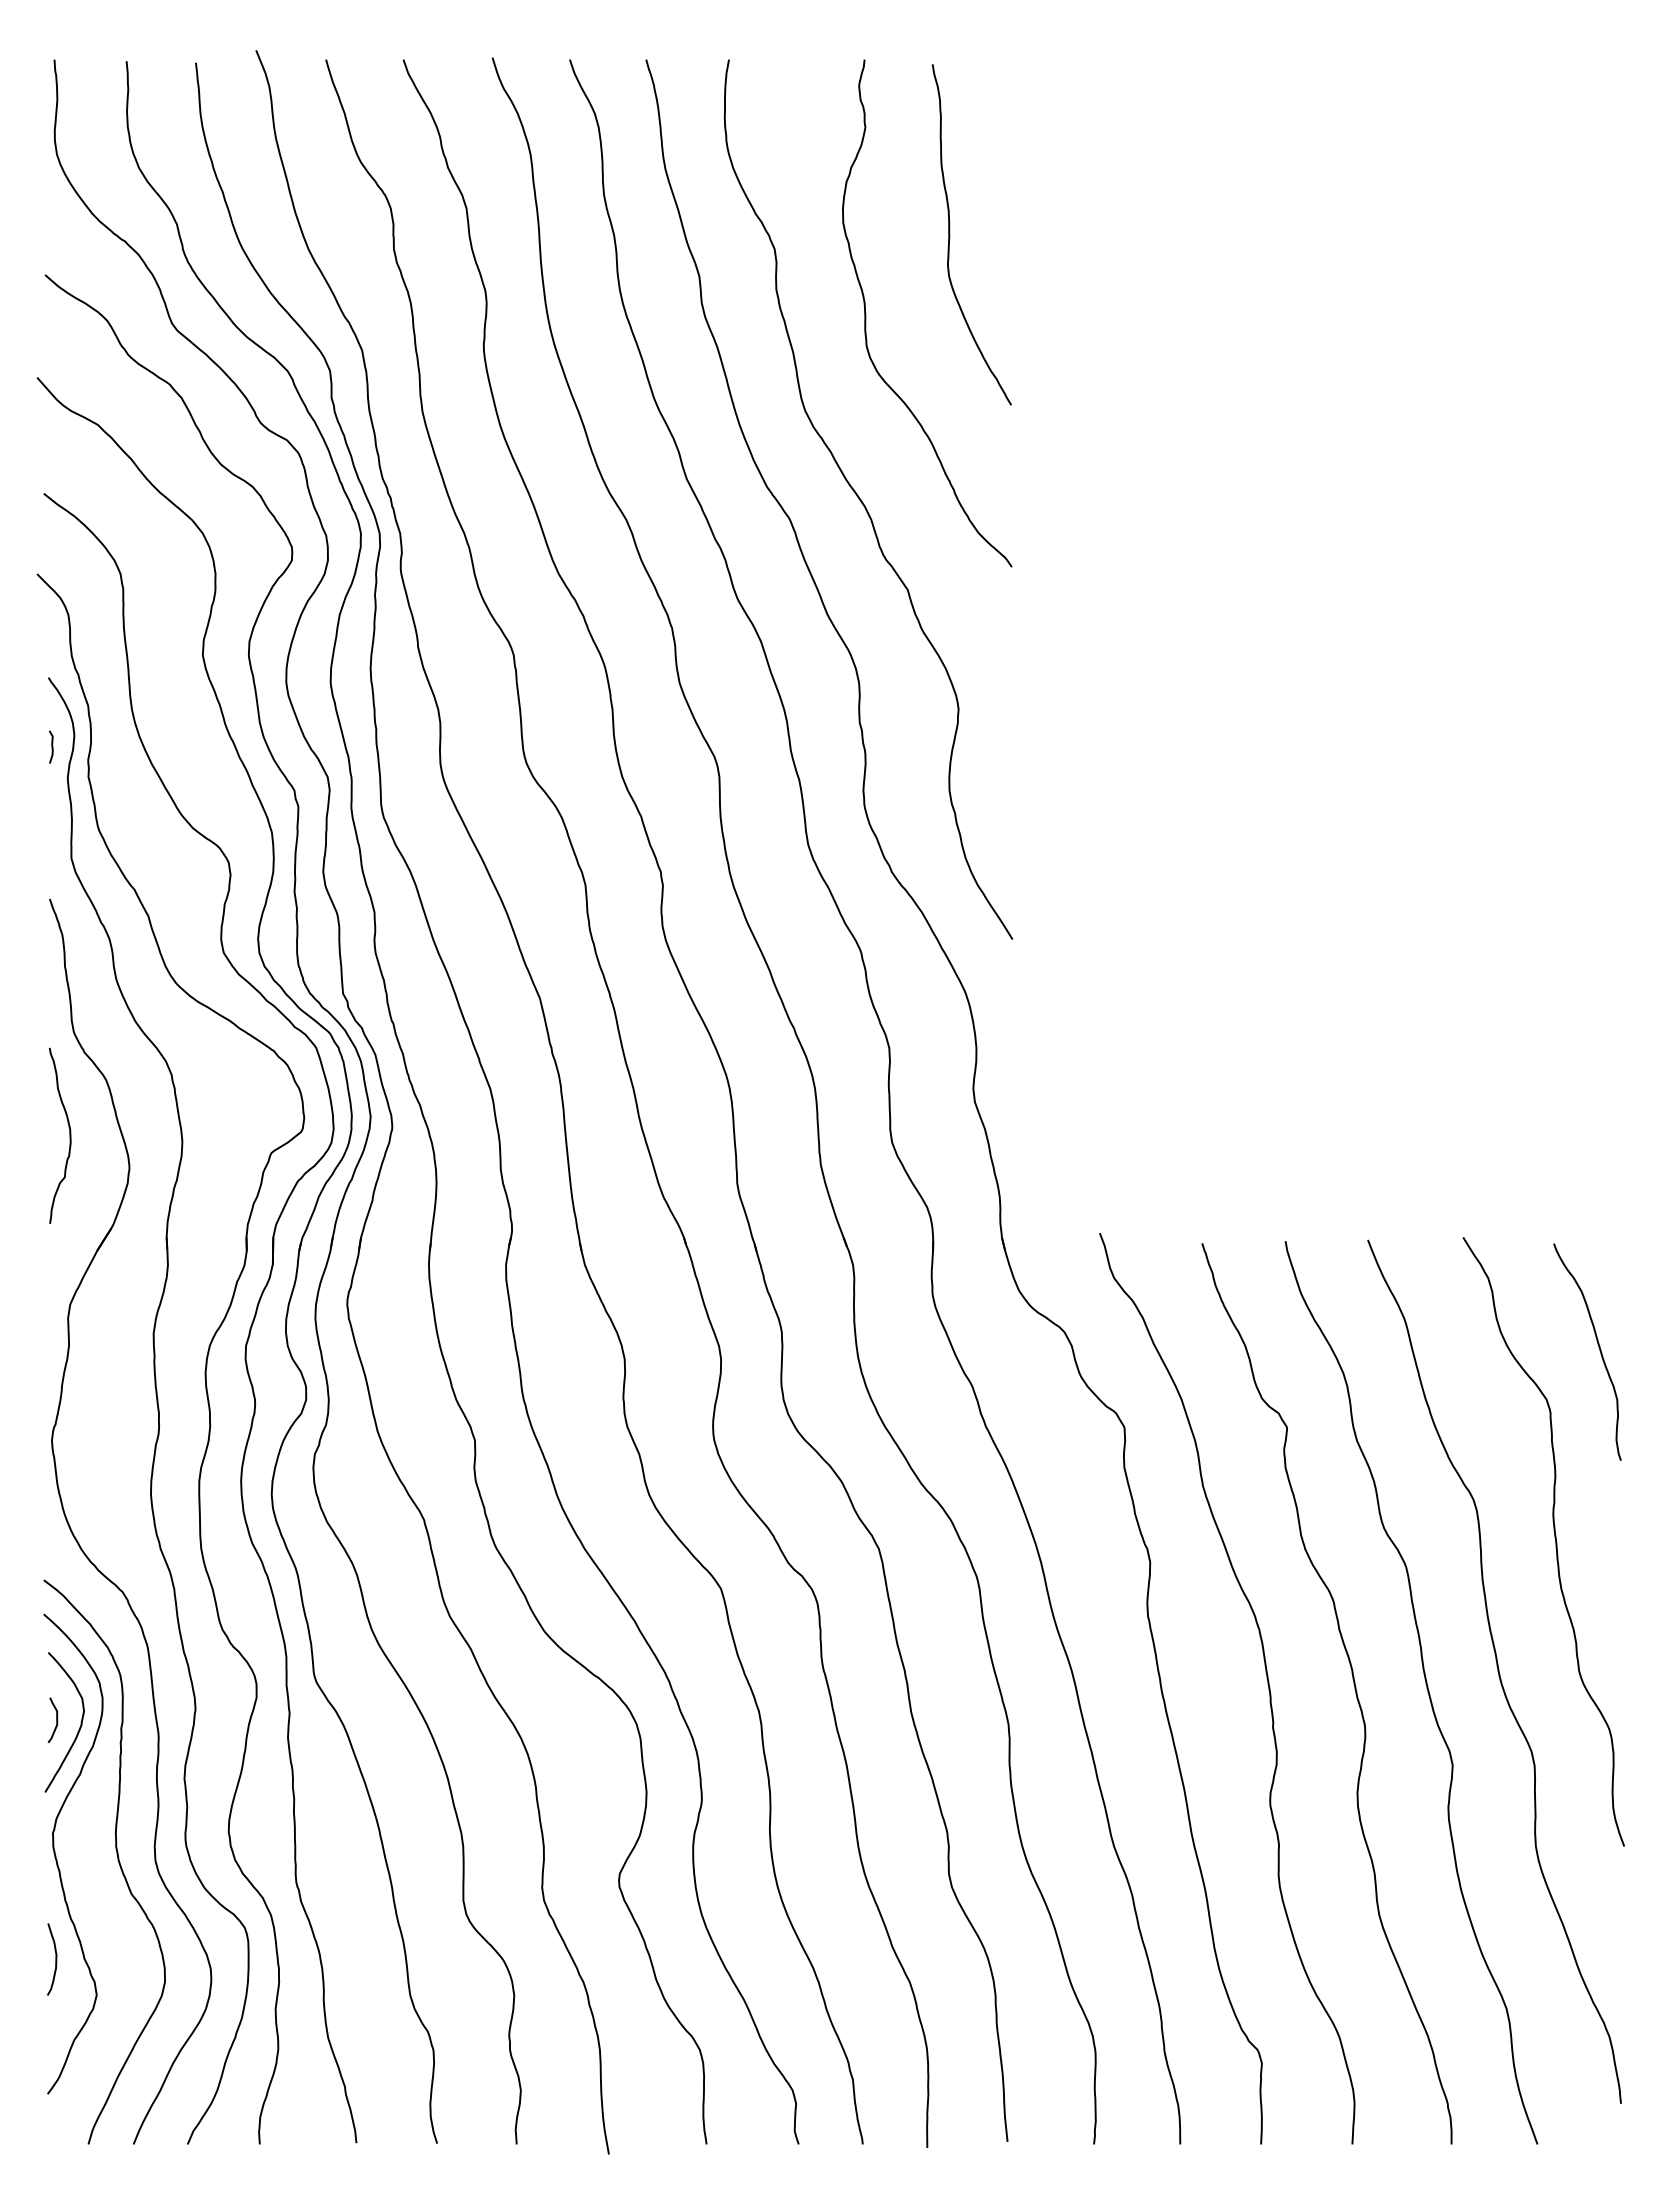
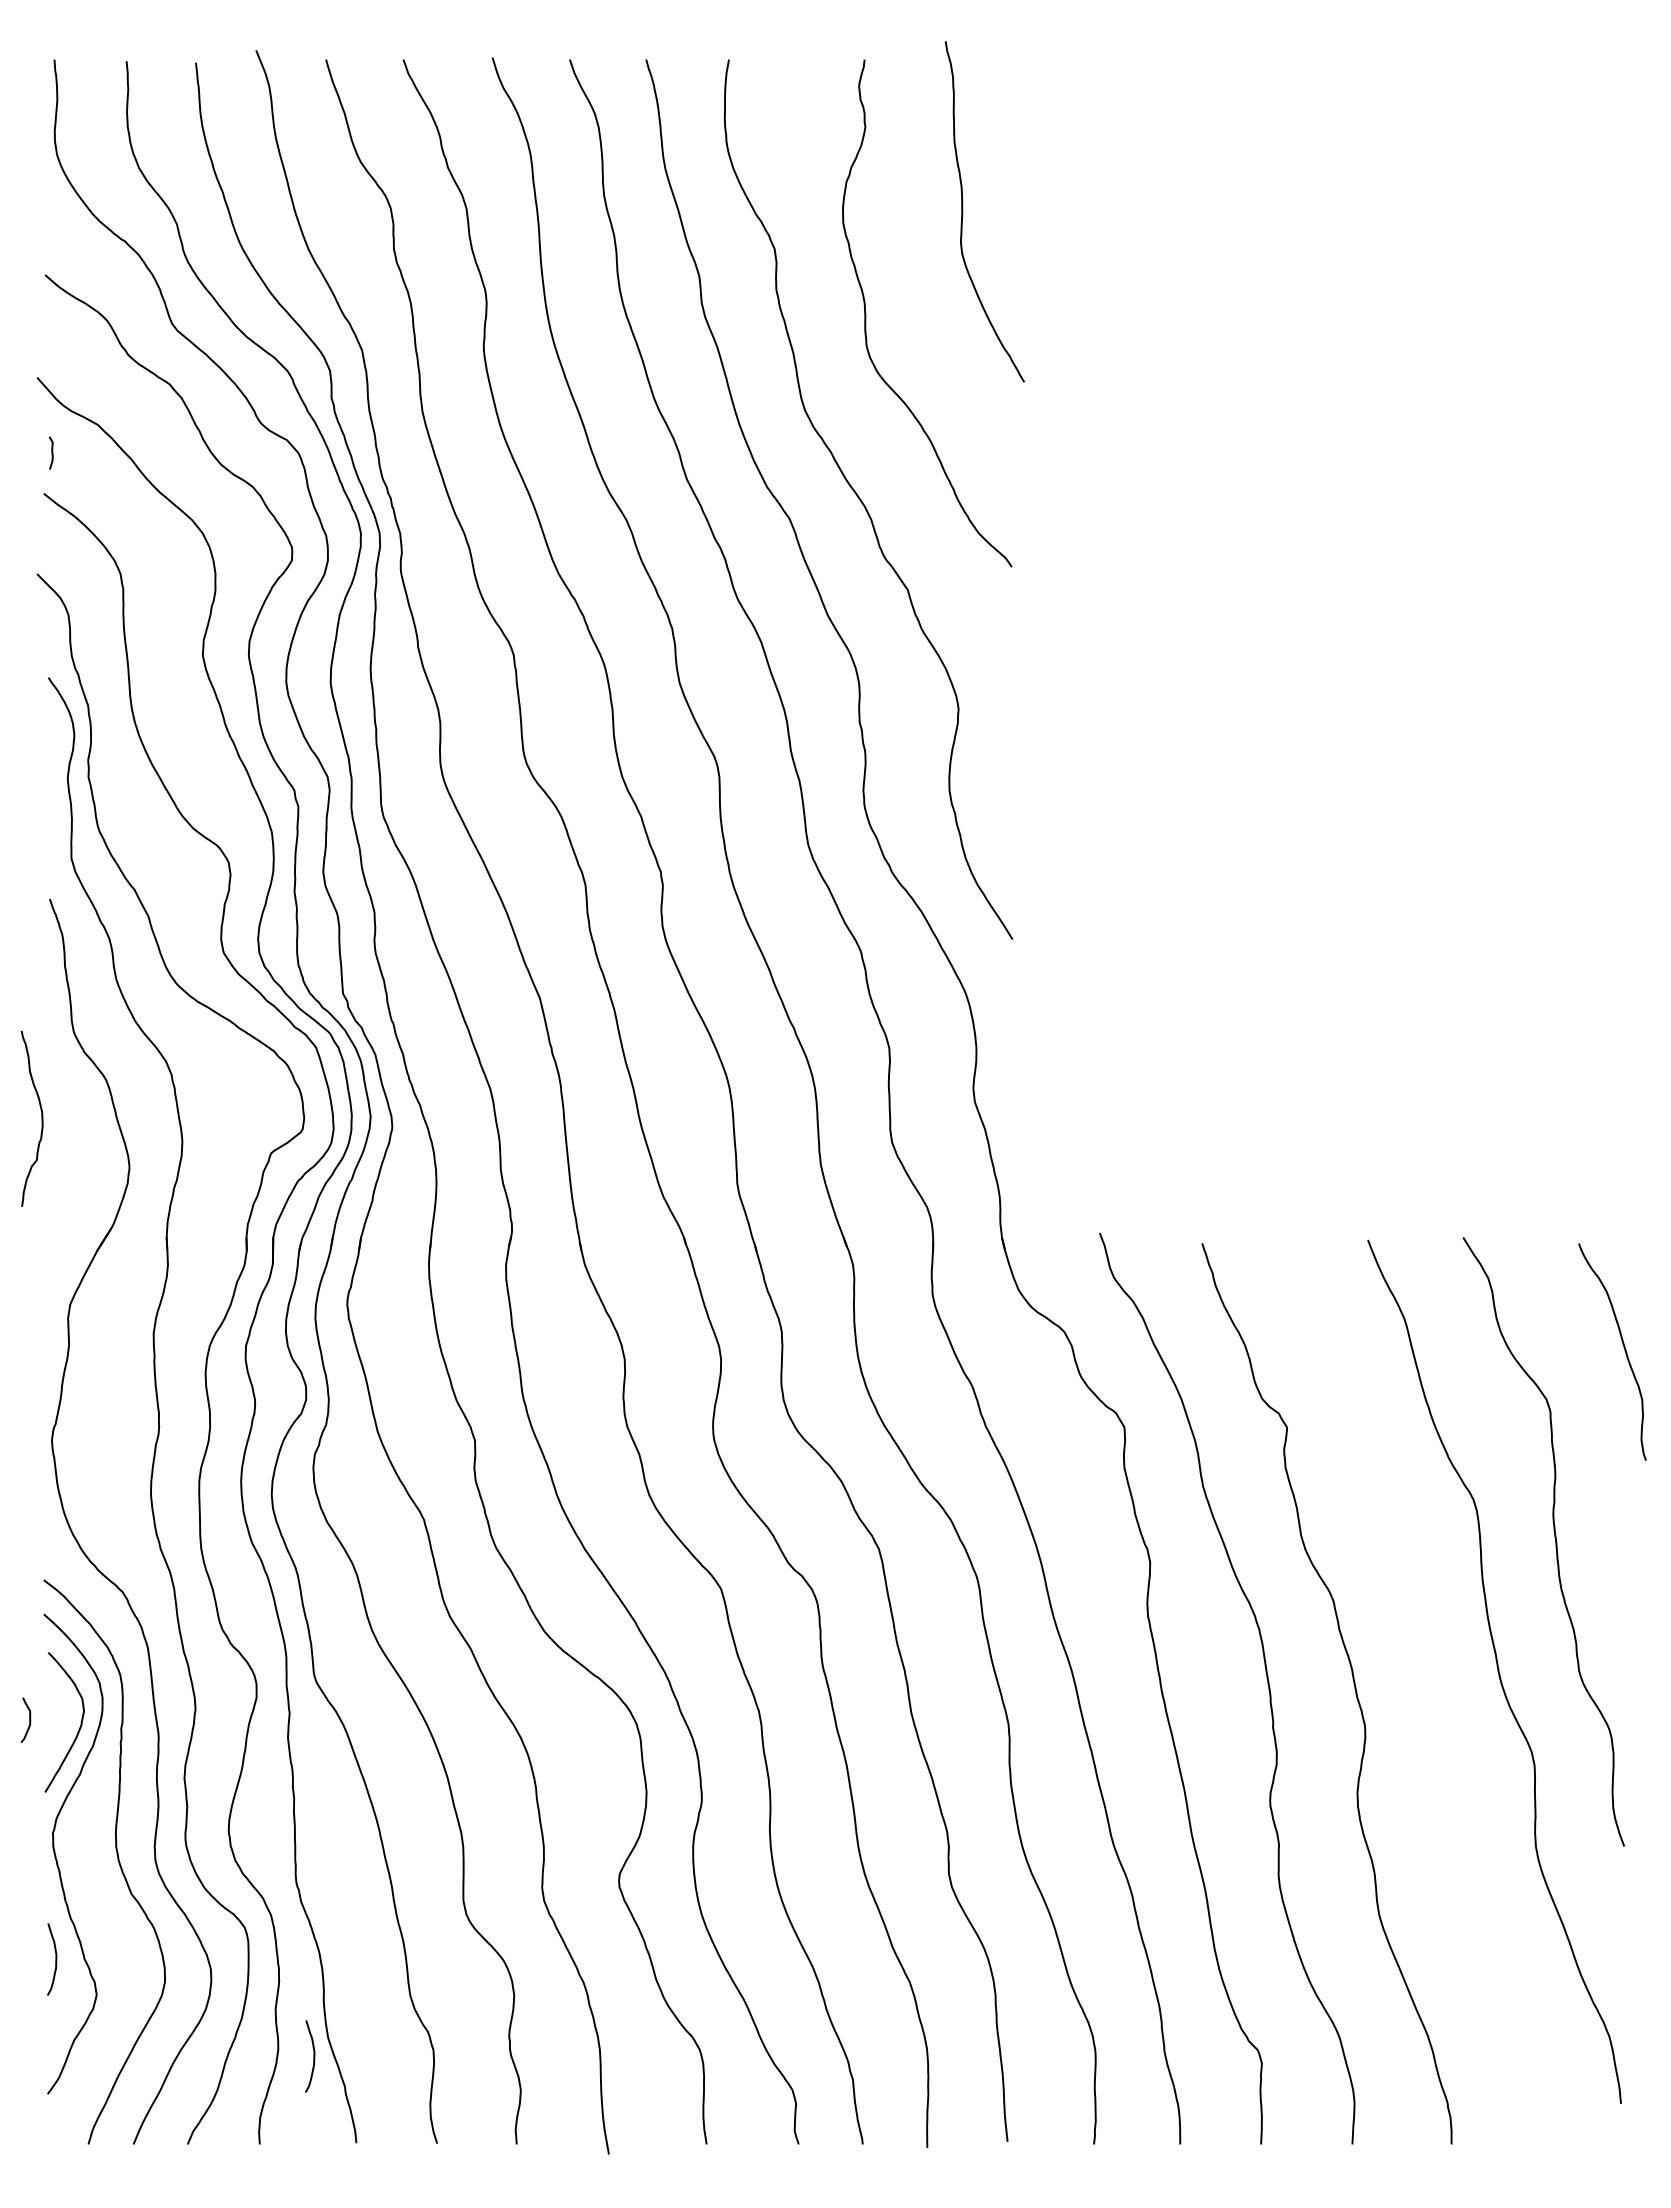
curve at (950, 234) position: (950, 234) -> (963, 211)
curve at (51, 746) position: (51, 746) -> (51, 452)
curve at (69, 1135) position: (69, 1135) -> (41, 1118)
curve at (1598, 1347) position: (1598, 1347) -> (1623, 1347)
curve at (1426, 1688): present -> none
curve at (56, 1719) position: (56, 1719) -> (29, 1719)
curve at (313, 2056): none -> present
